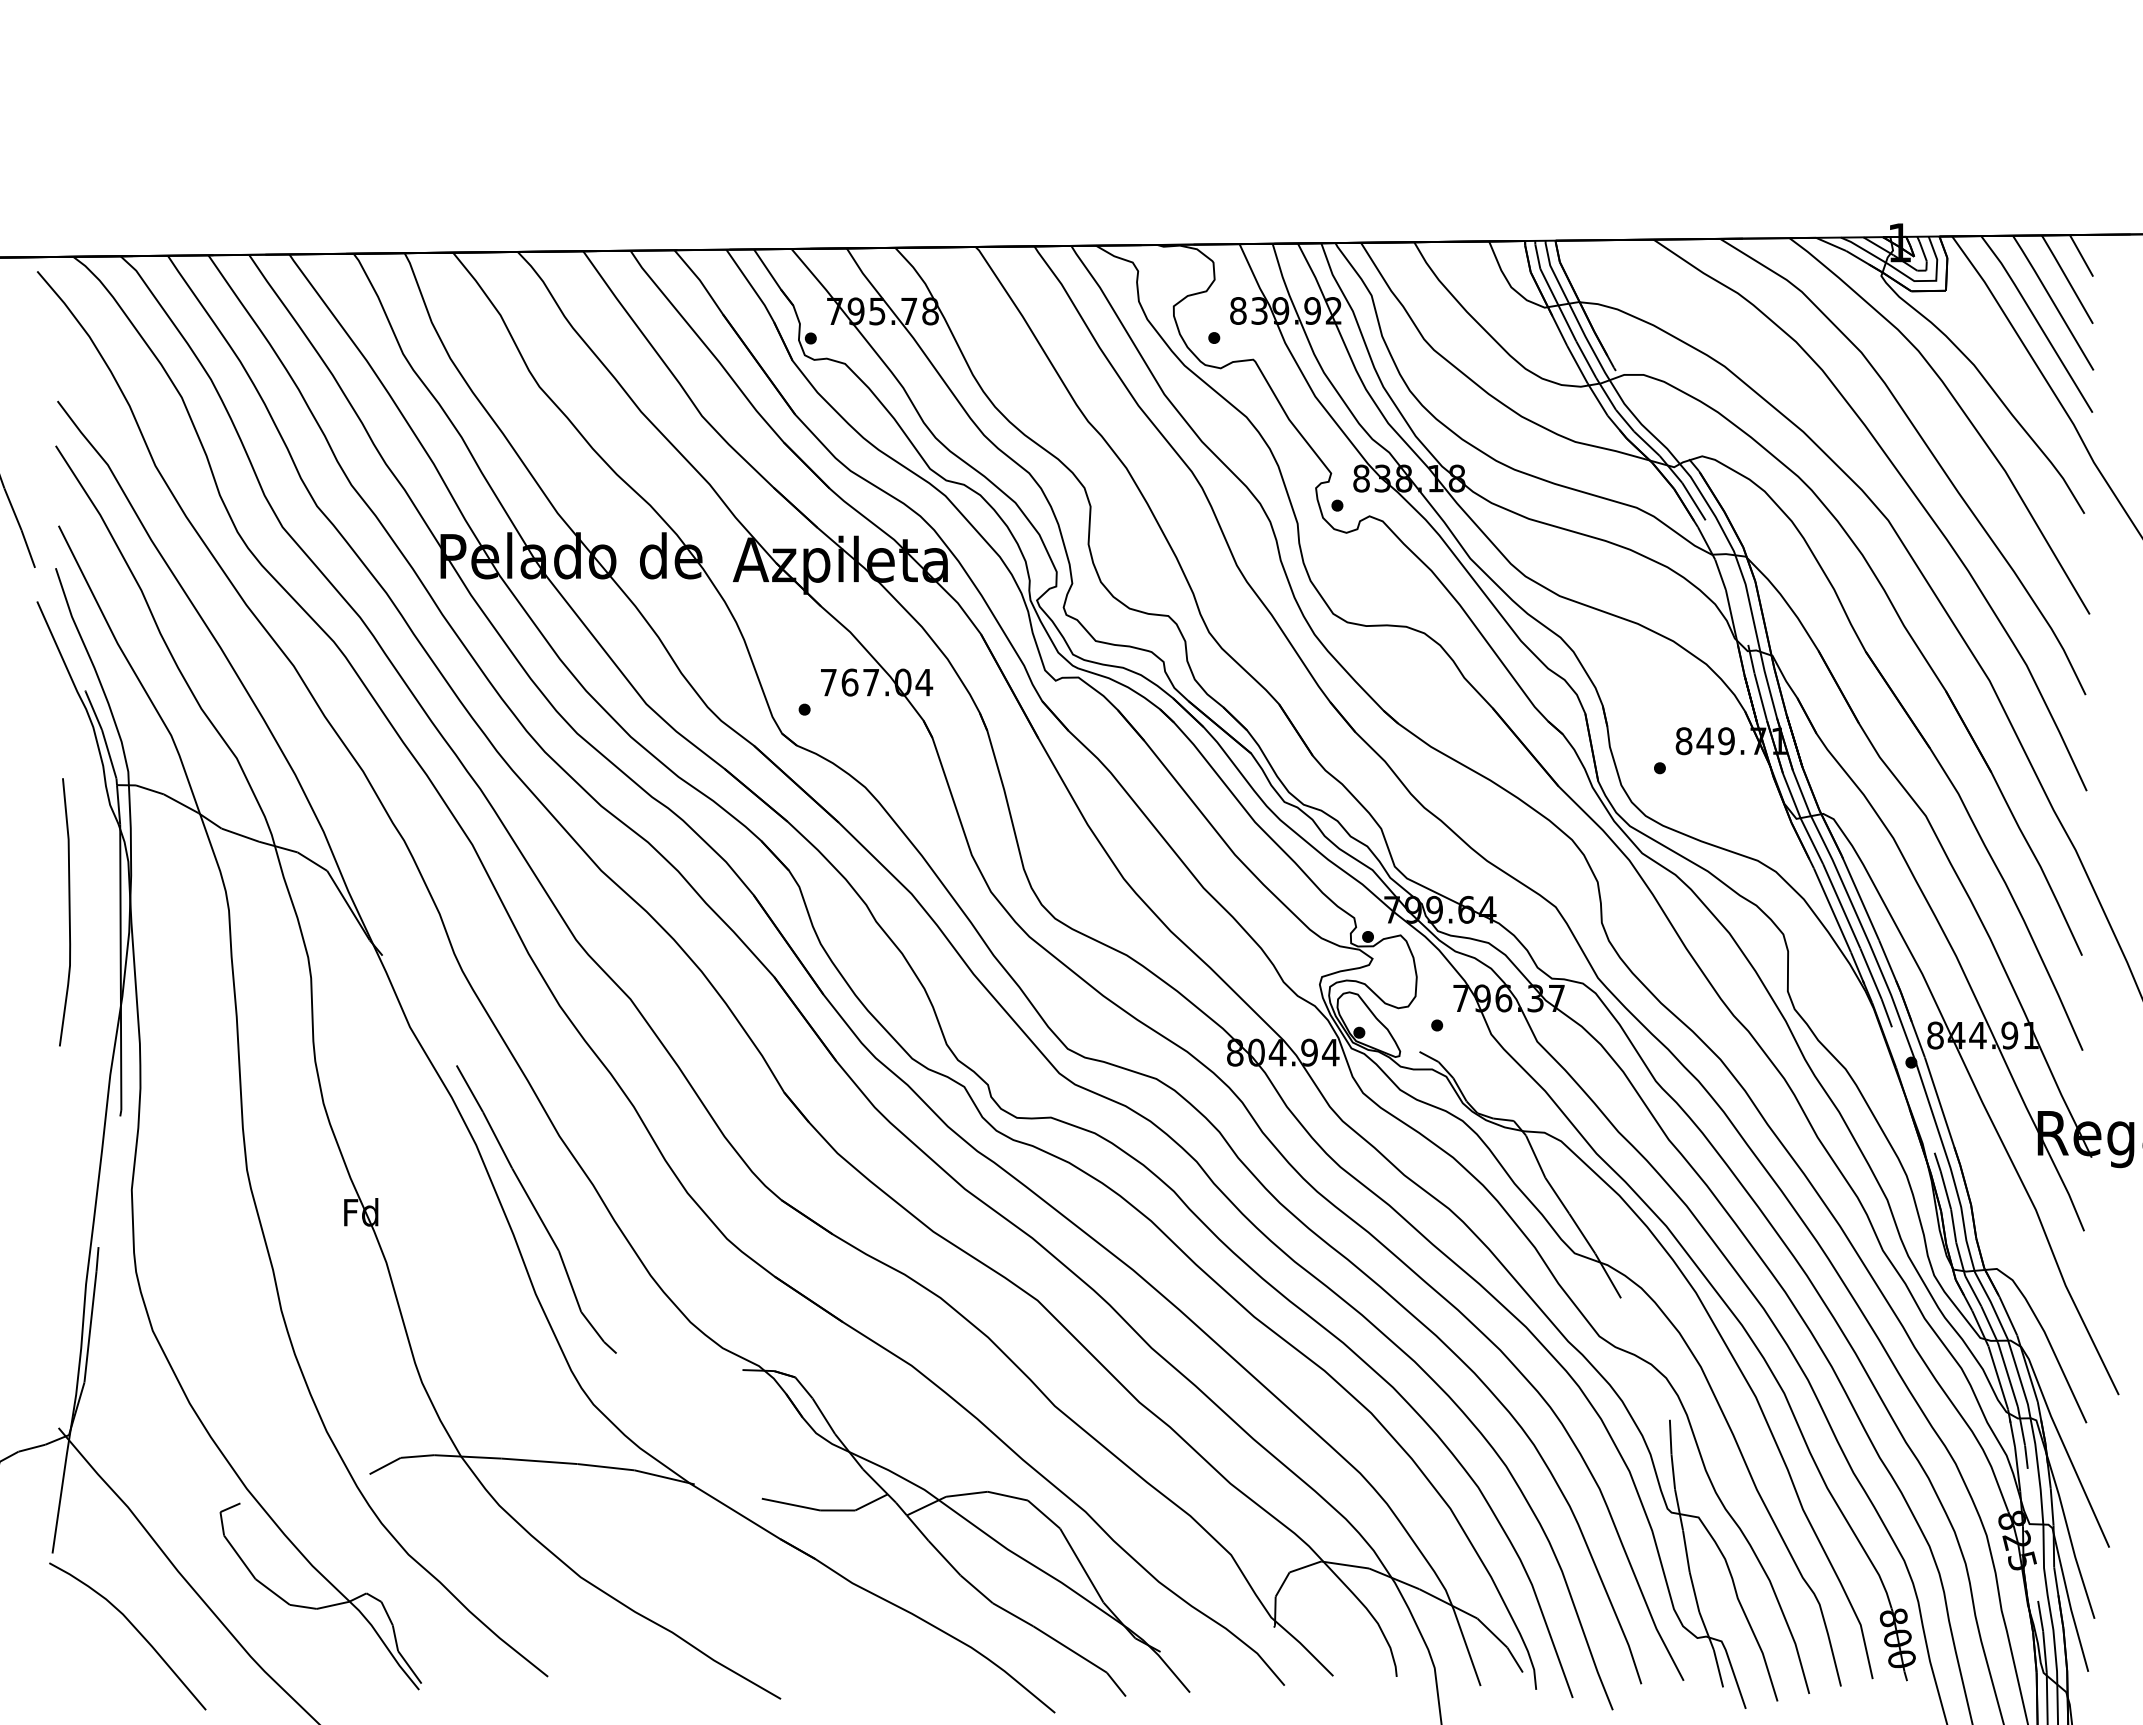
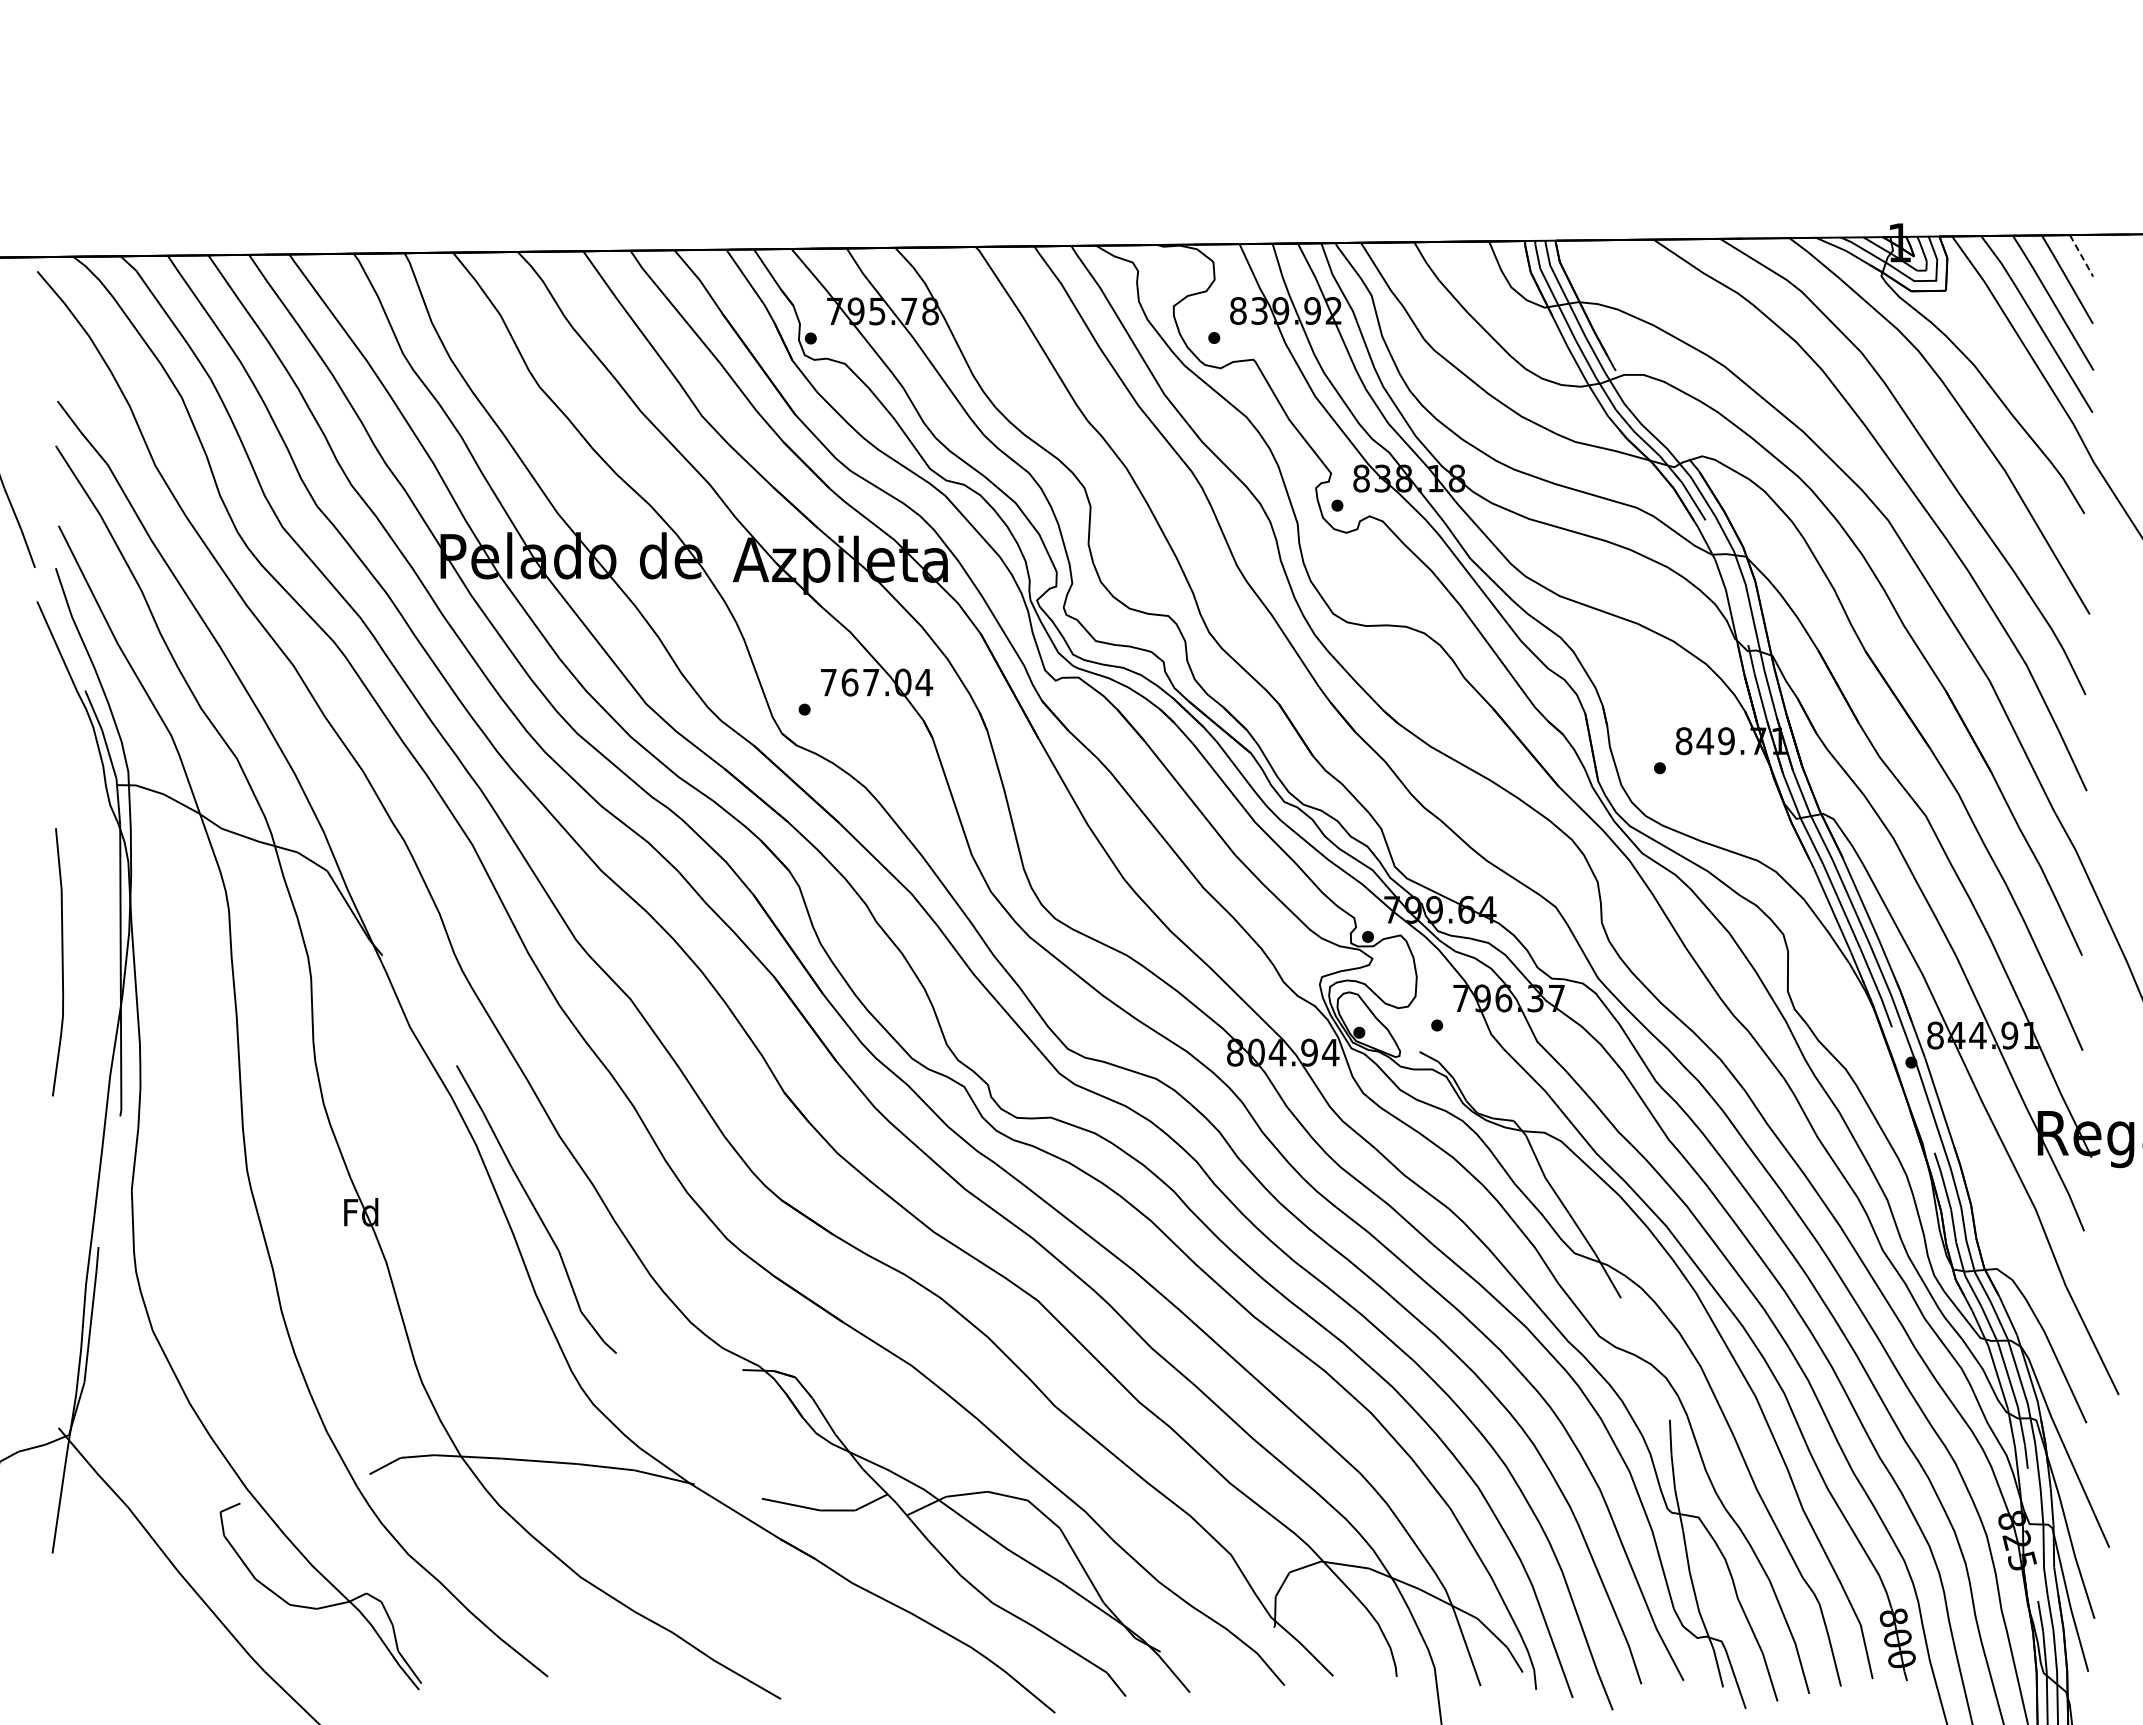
line at (2081, 255): solid -> dashed
curve at (68, 912) position: (68, 912) -> (61, 962)
curve at (134, 1628): present -> none
